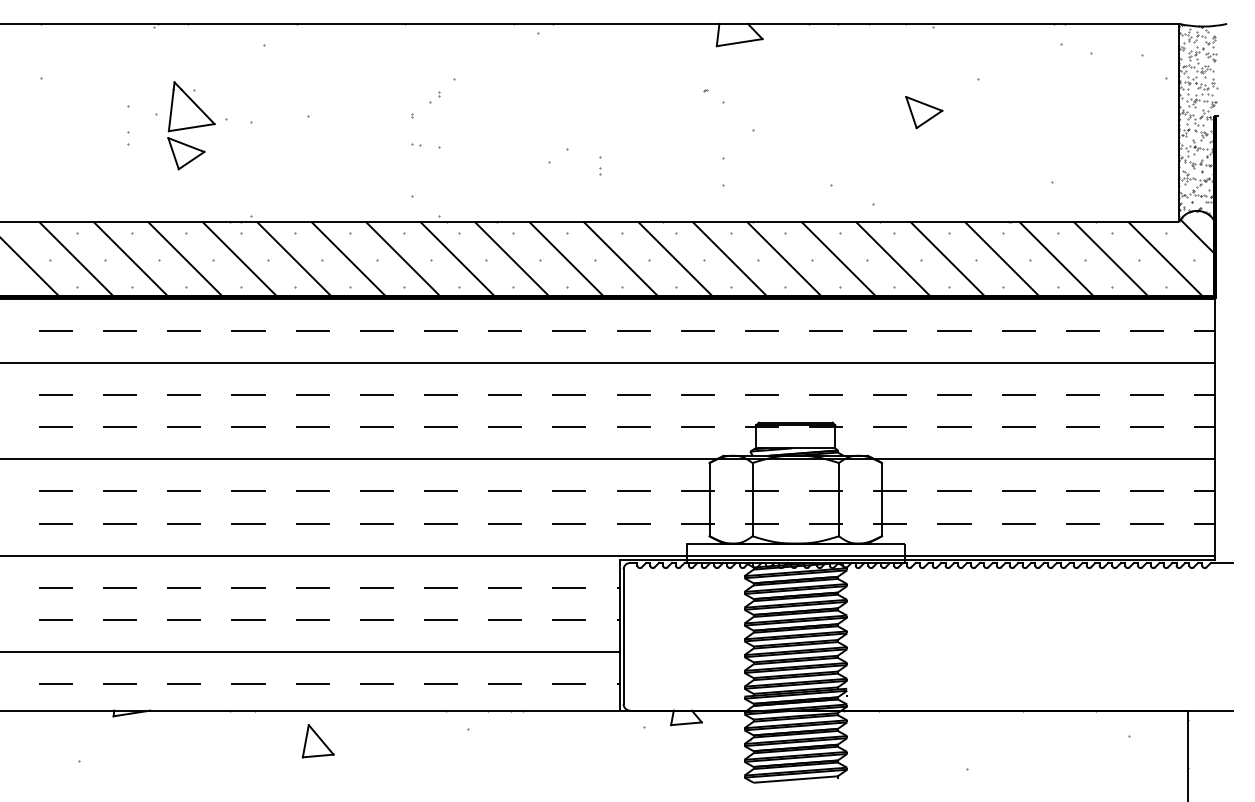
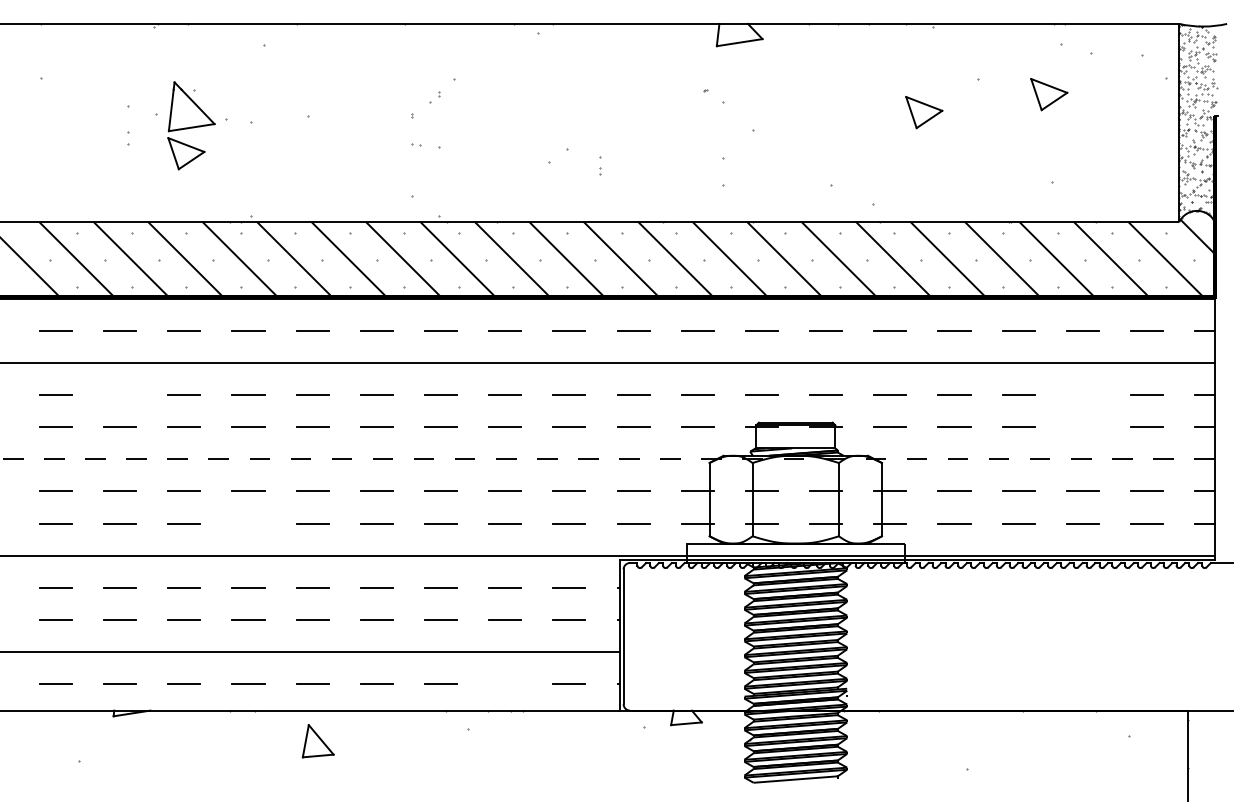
part at (1049, 94): none -> present
line at (120, 395): present -> none
line at (1082, 395): present -> none
line at (1082, 426): present -> none
line at (607, 459): solid -> dashed
line at (248, 523): present -> none
line at (505, 684): present -> none
